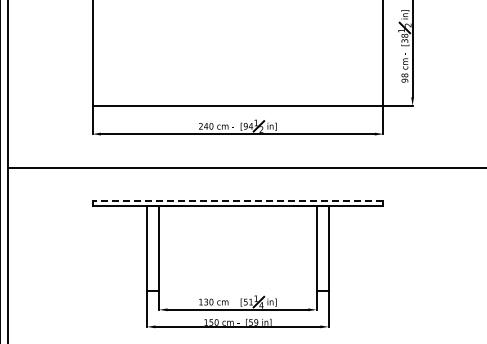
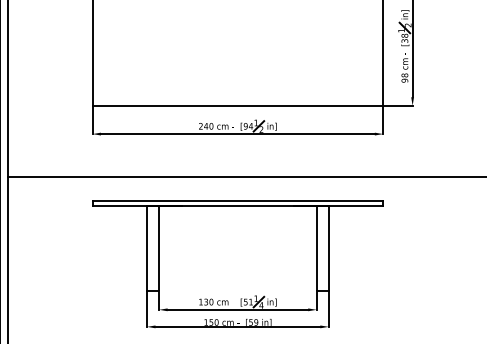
line at (245, 168) position: (245, 168) -> (245, 177)
line at (237, 201): dashed -> solid
